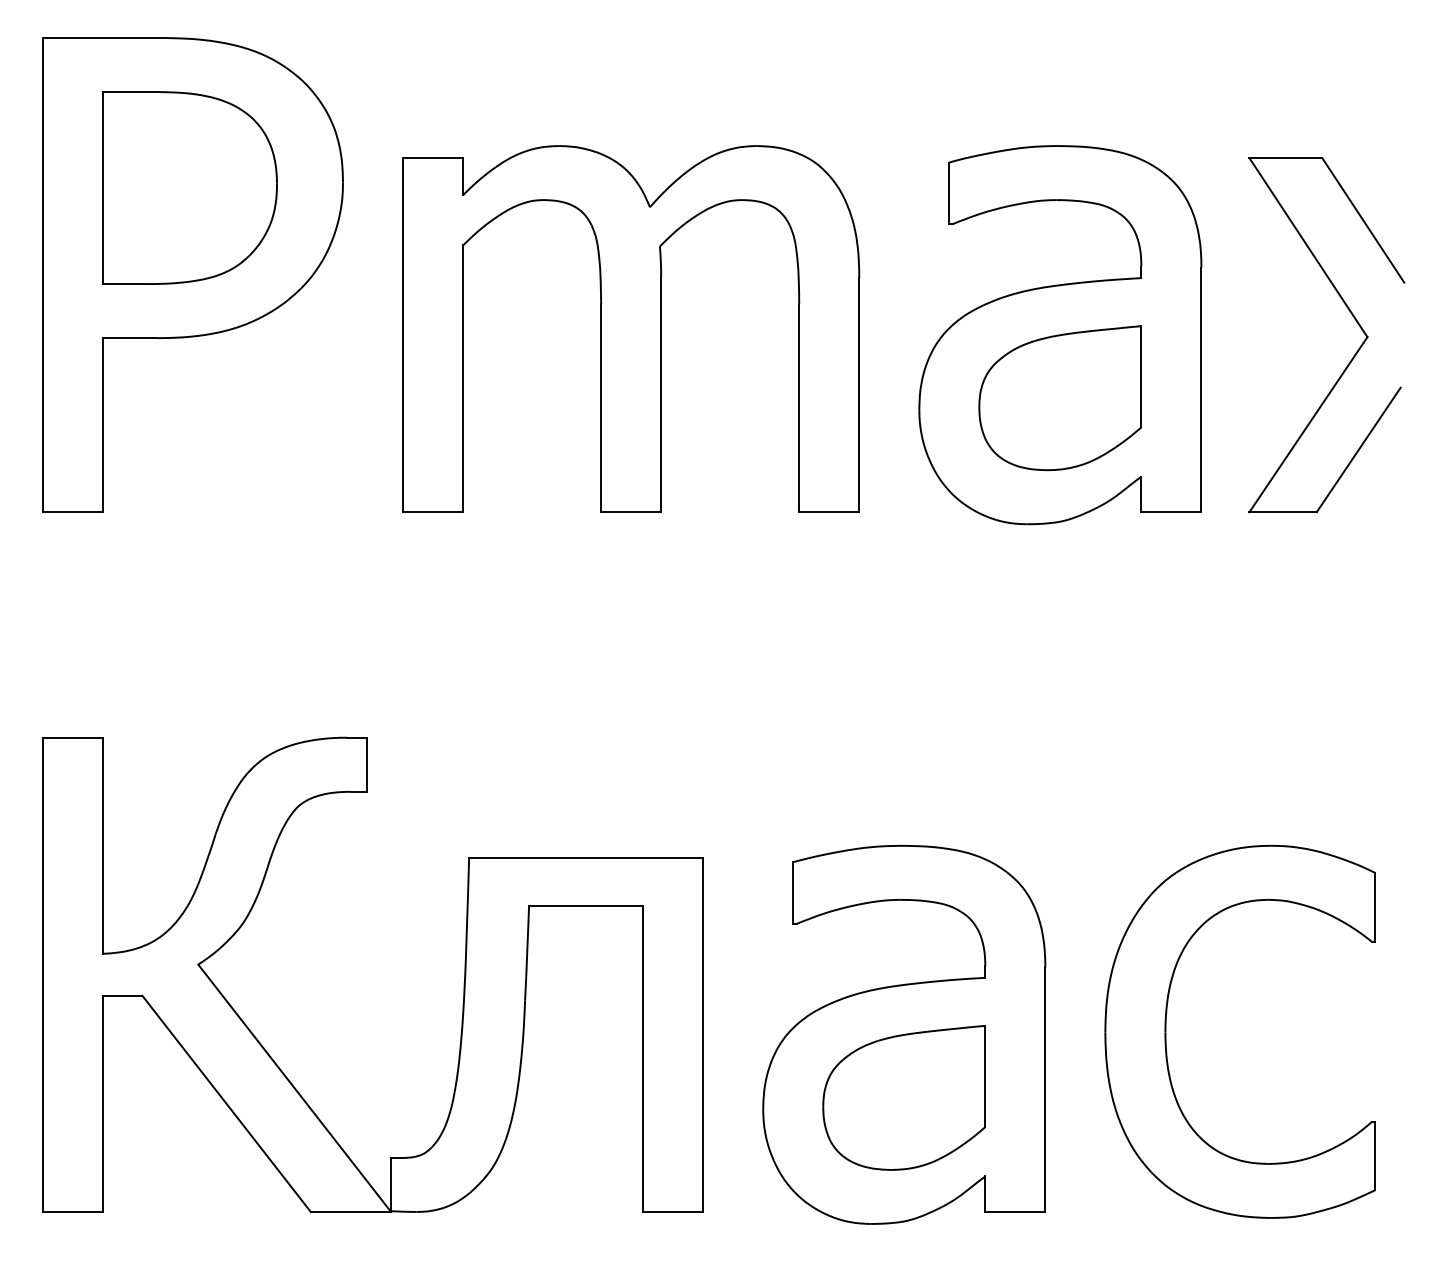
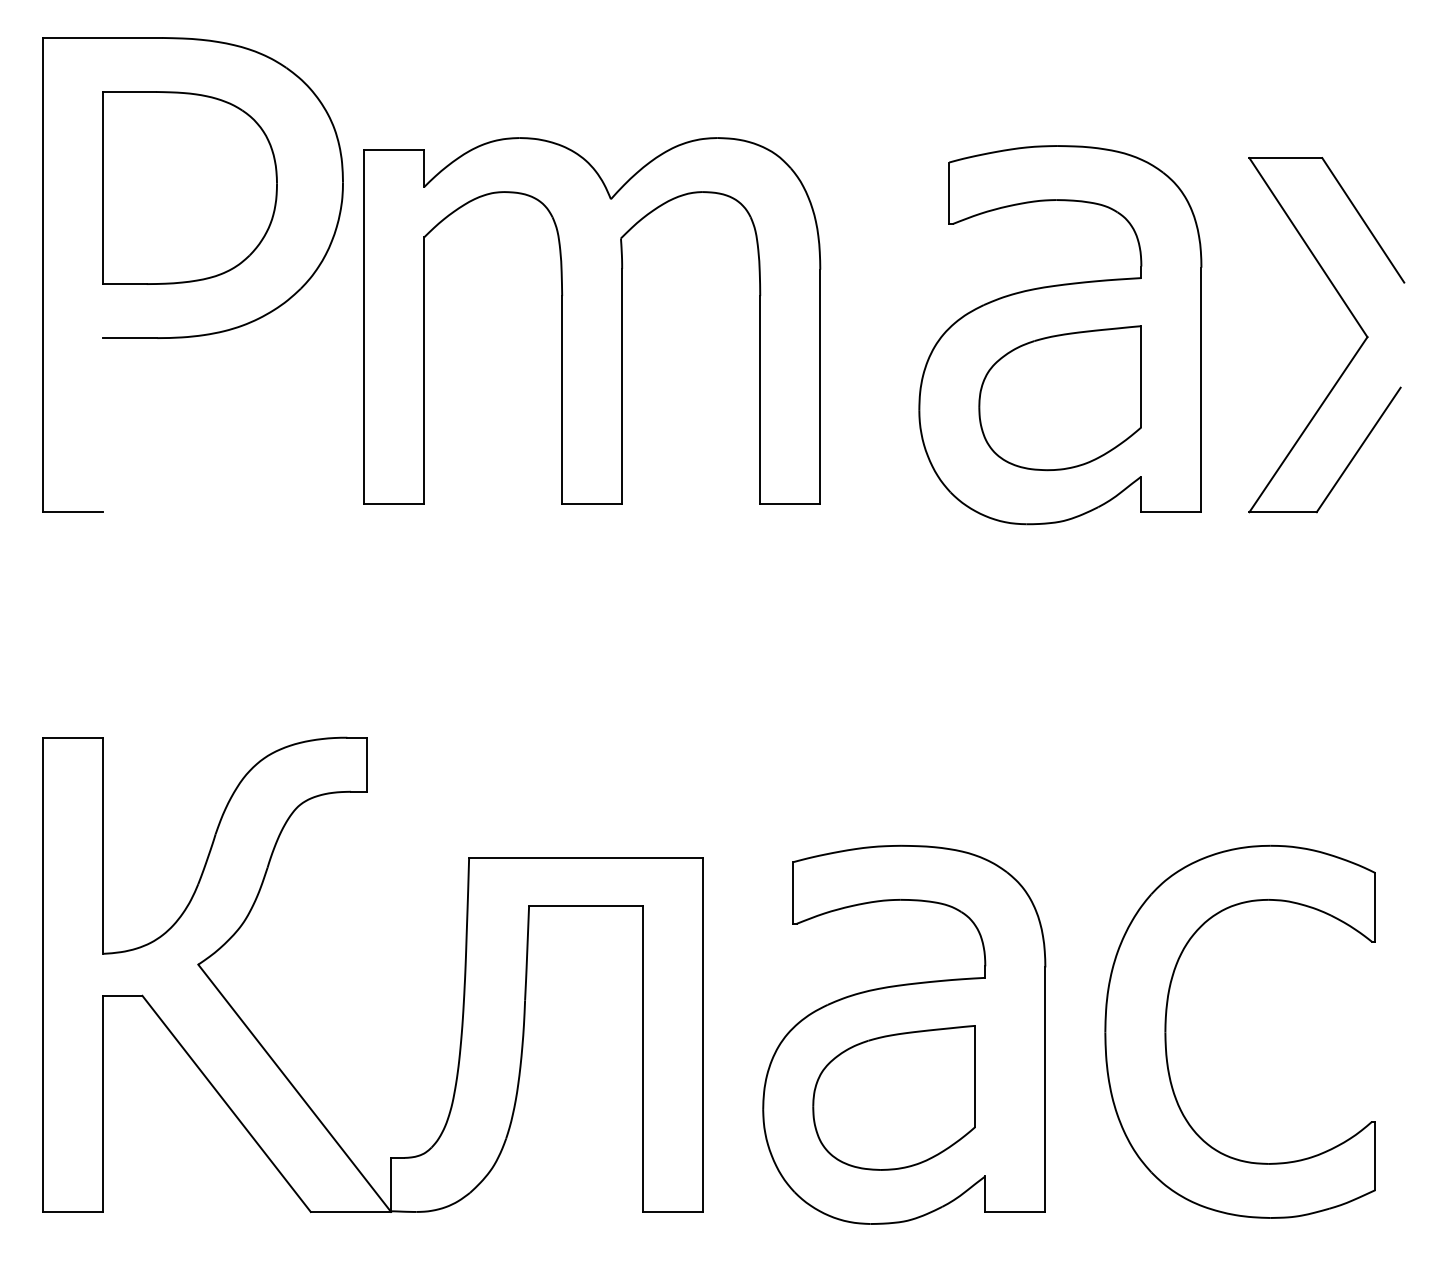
part at (631, 328) position: (631, 328) -> (592, 320)
line at (102, 425): present -> none
part at (903, 1097) position: (903, 1097) -> (893, 1097)
